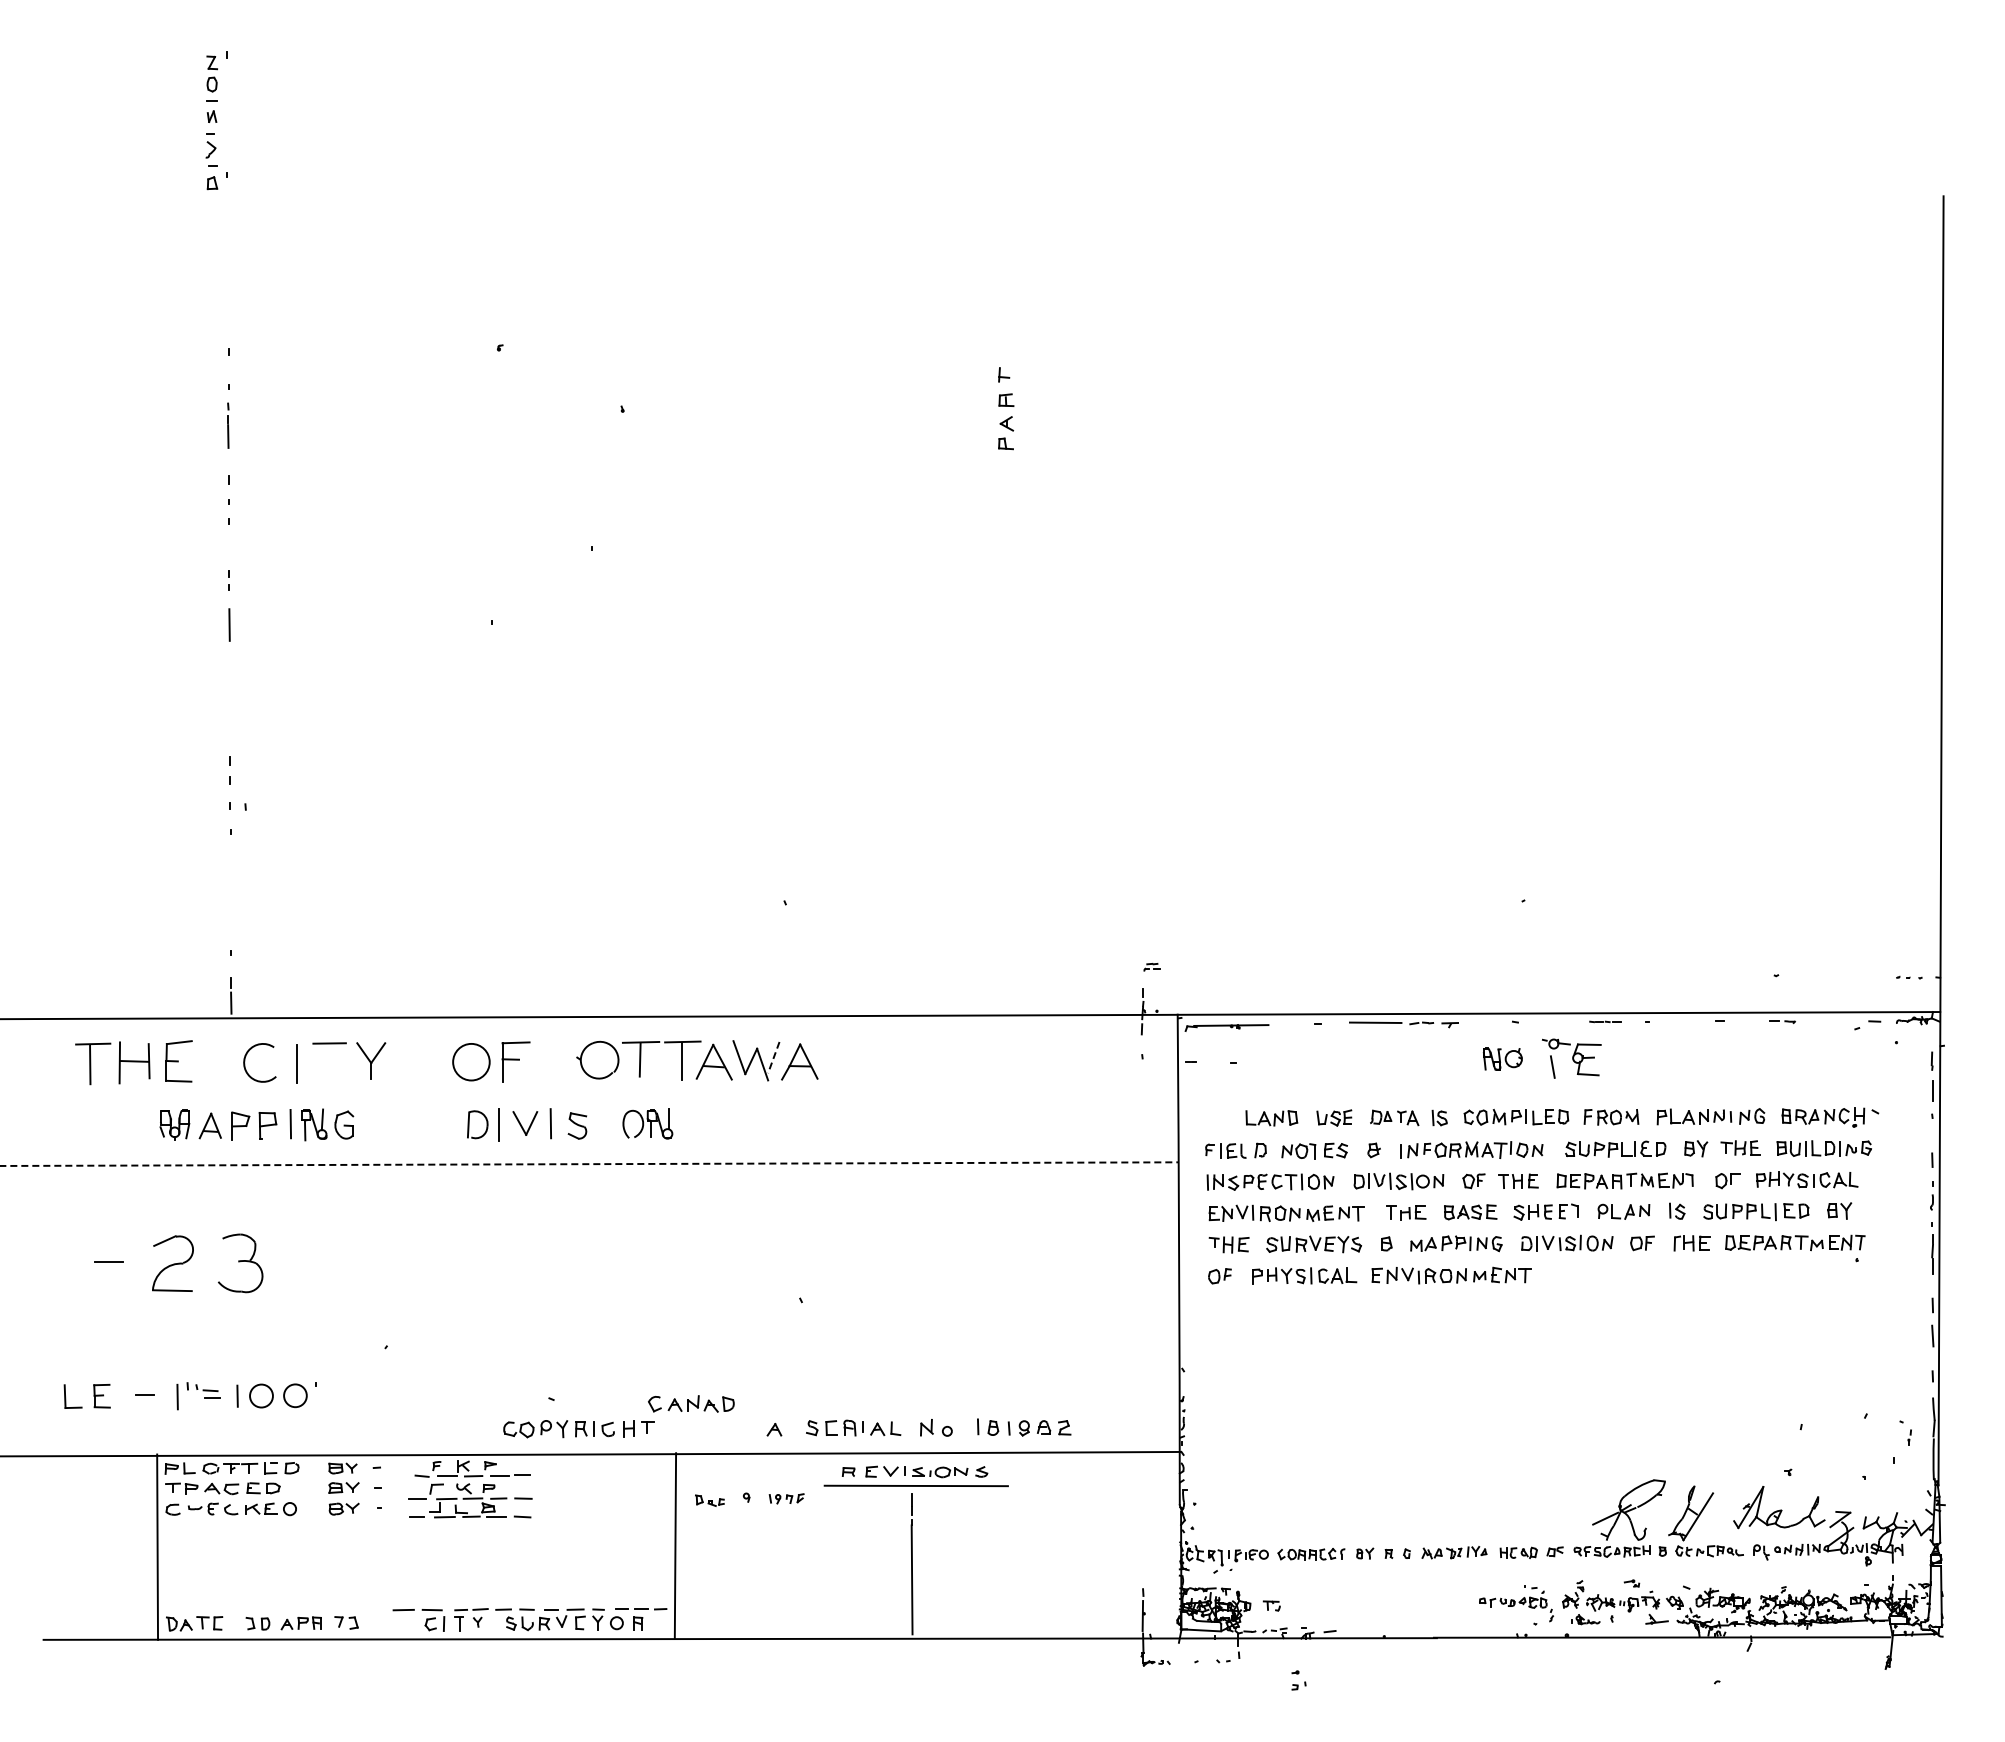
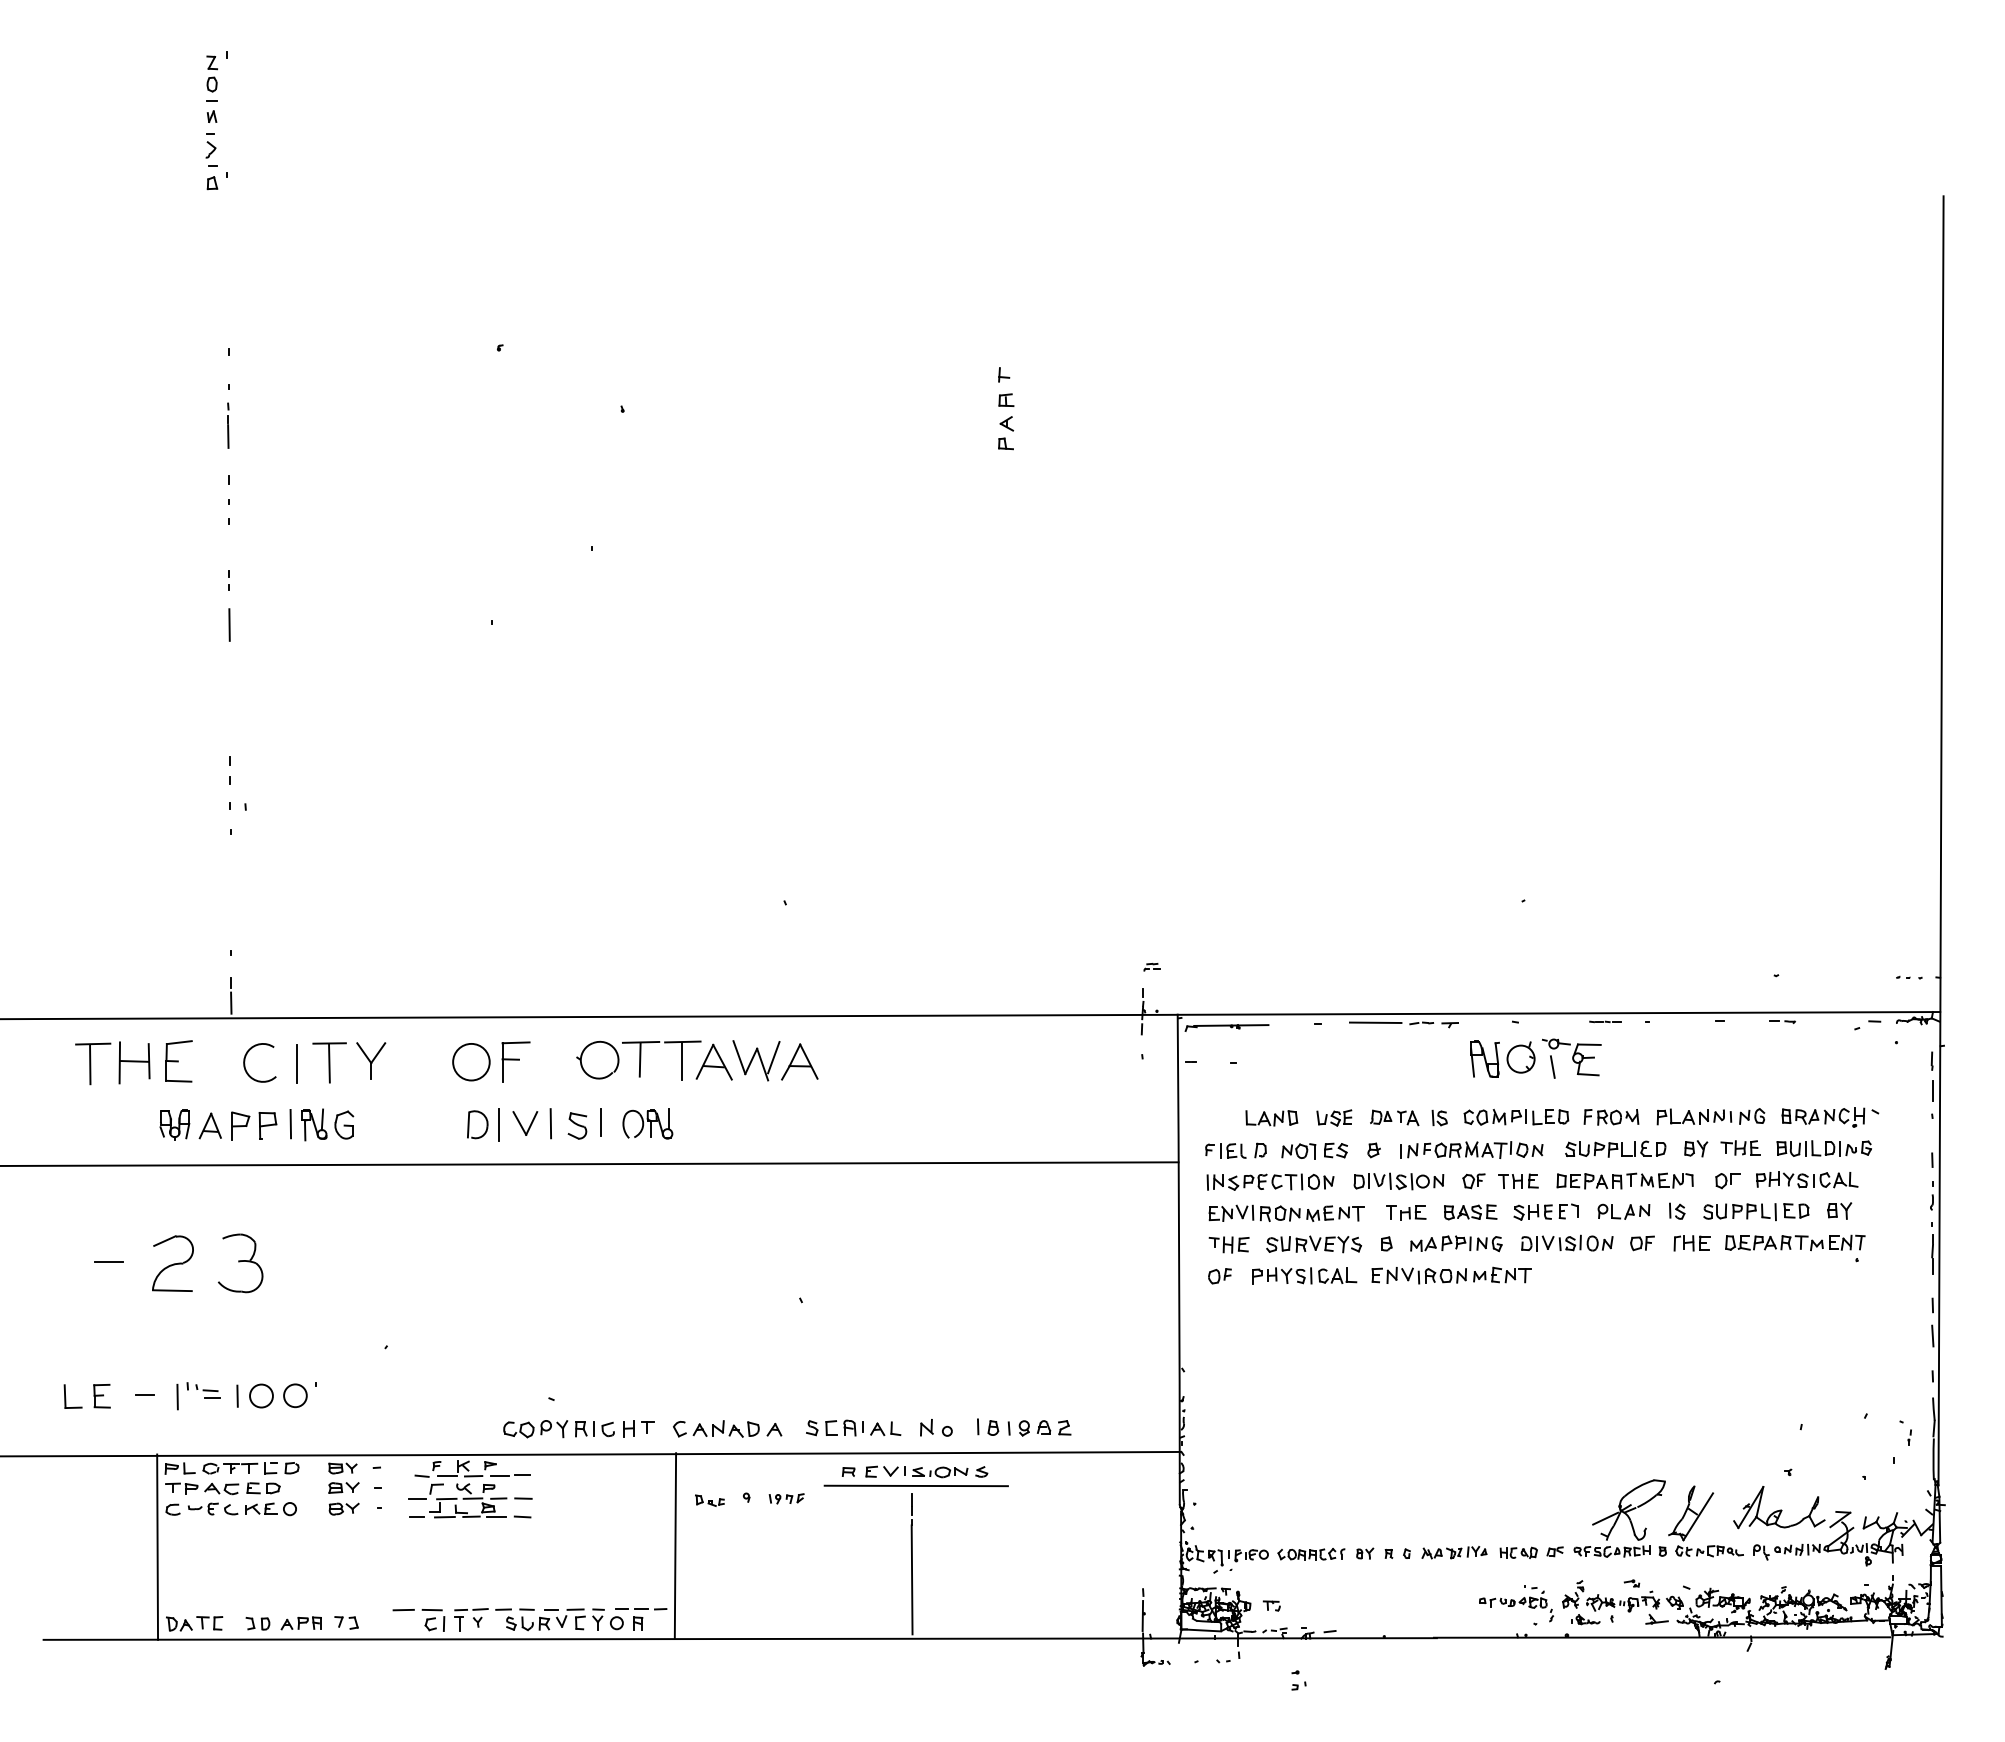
line at (773, 1057): dashed -> solid
part at (1502, 1058) size: 41x24 px -> 66x38 px
line at (329, 1063): none -> present
line at (600, 1122): none -> present
line at (589, 1164): dashed -> solid
part at (691, 1403) position: (691, 1403) -> (716, 1428)
